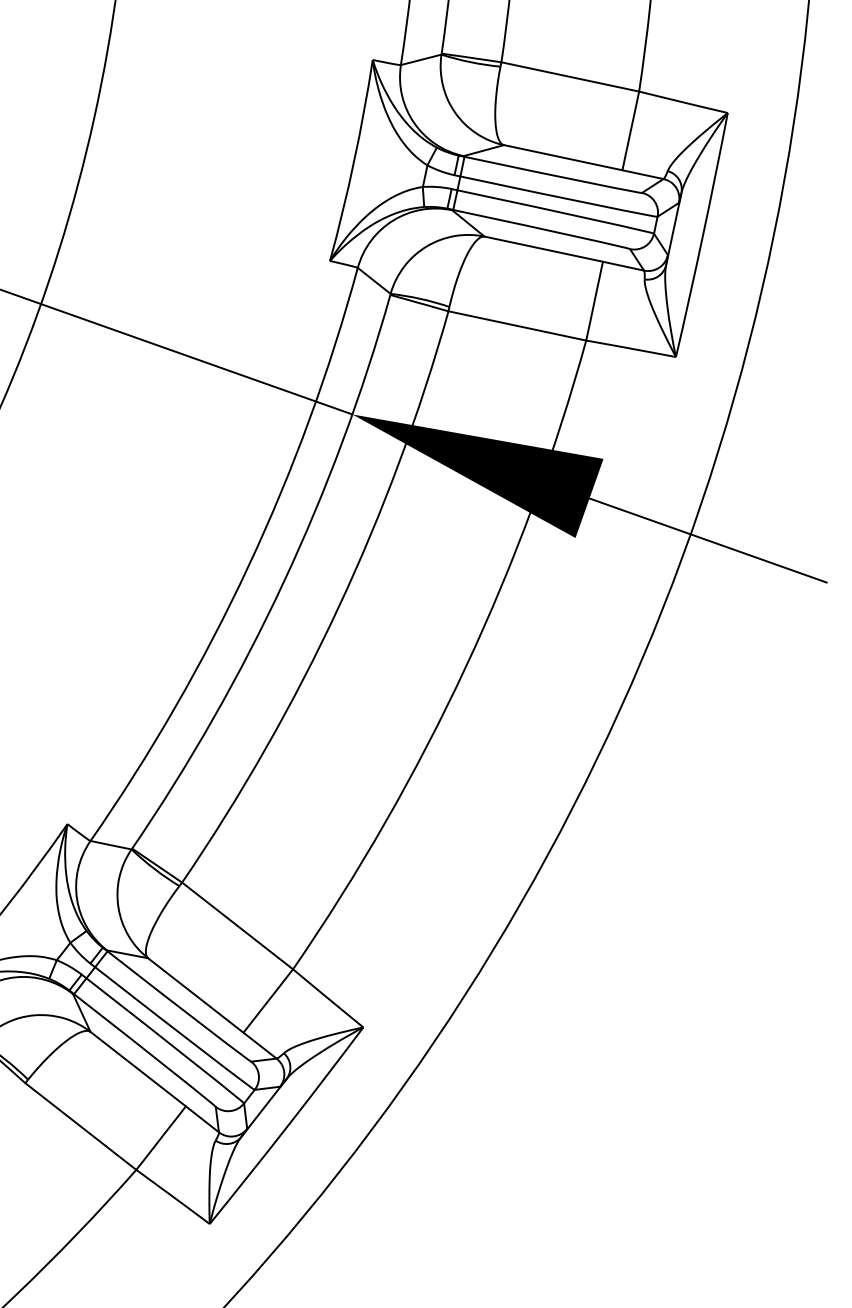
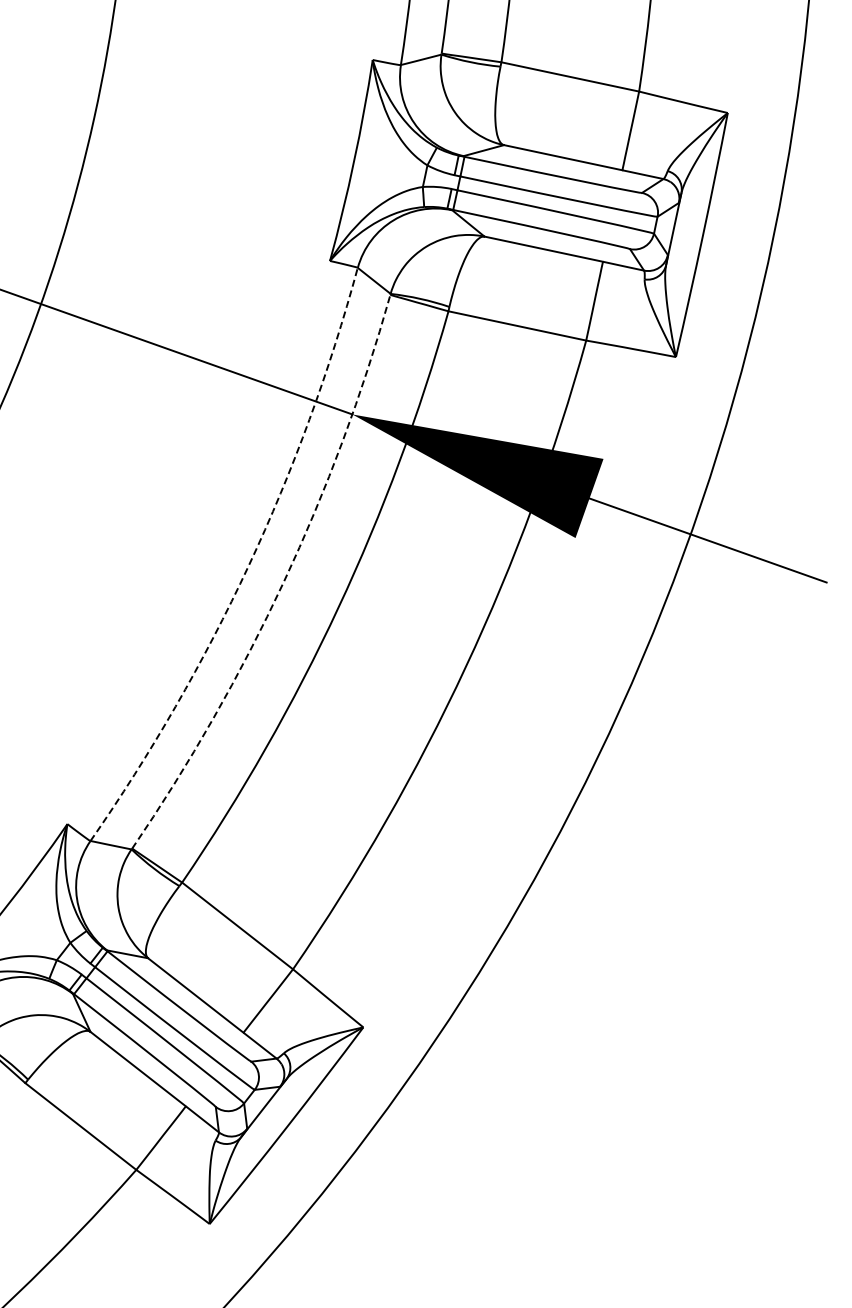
arc at (248, 565): solid -> dashed
arc at (283, 582): solid -> dashed
